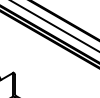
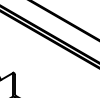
line at (54, 26): present -> none
